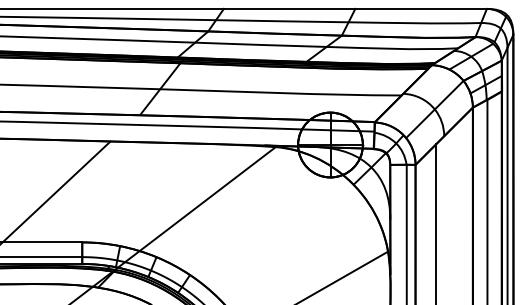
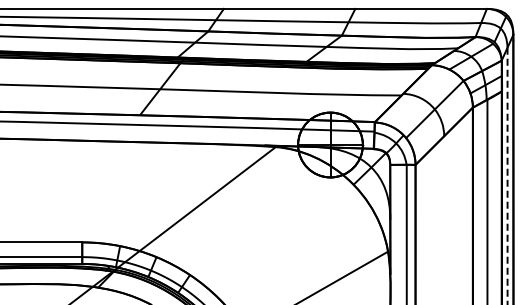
line at (507, 176): solid -> dashed
line at (56, 191): present -> none
line at (436, 222): present -> none
